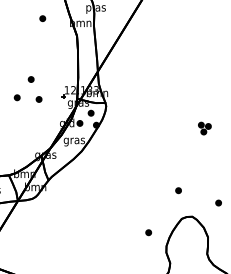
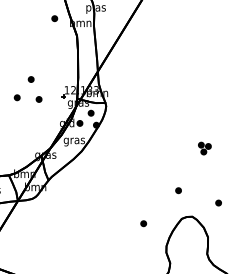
part at (42, 18) position: (42, 18) -> (54, 18)
part at (204, 128) position: (204, 128) -> (204, 148)
part at (148, 232) position: (148, 232) -> (143, 223)
